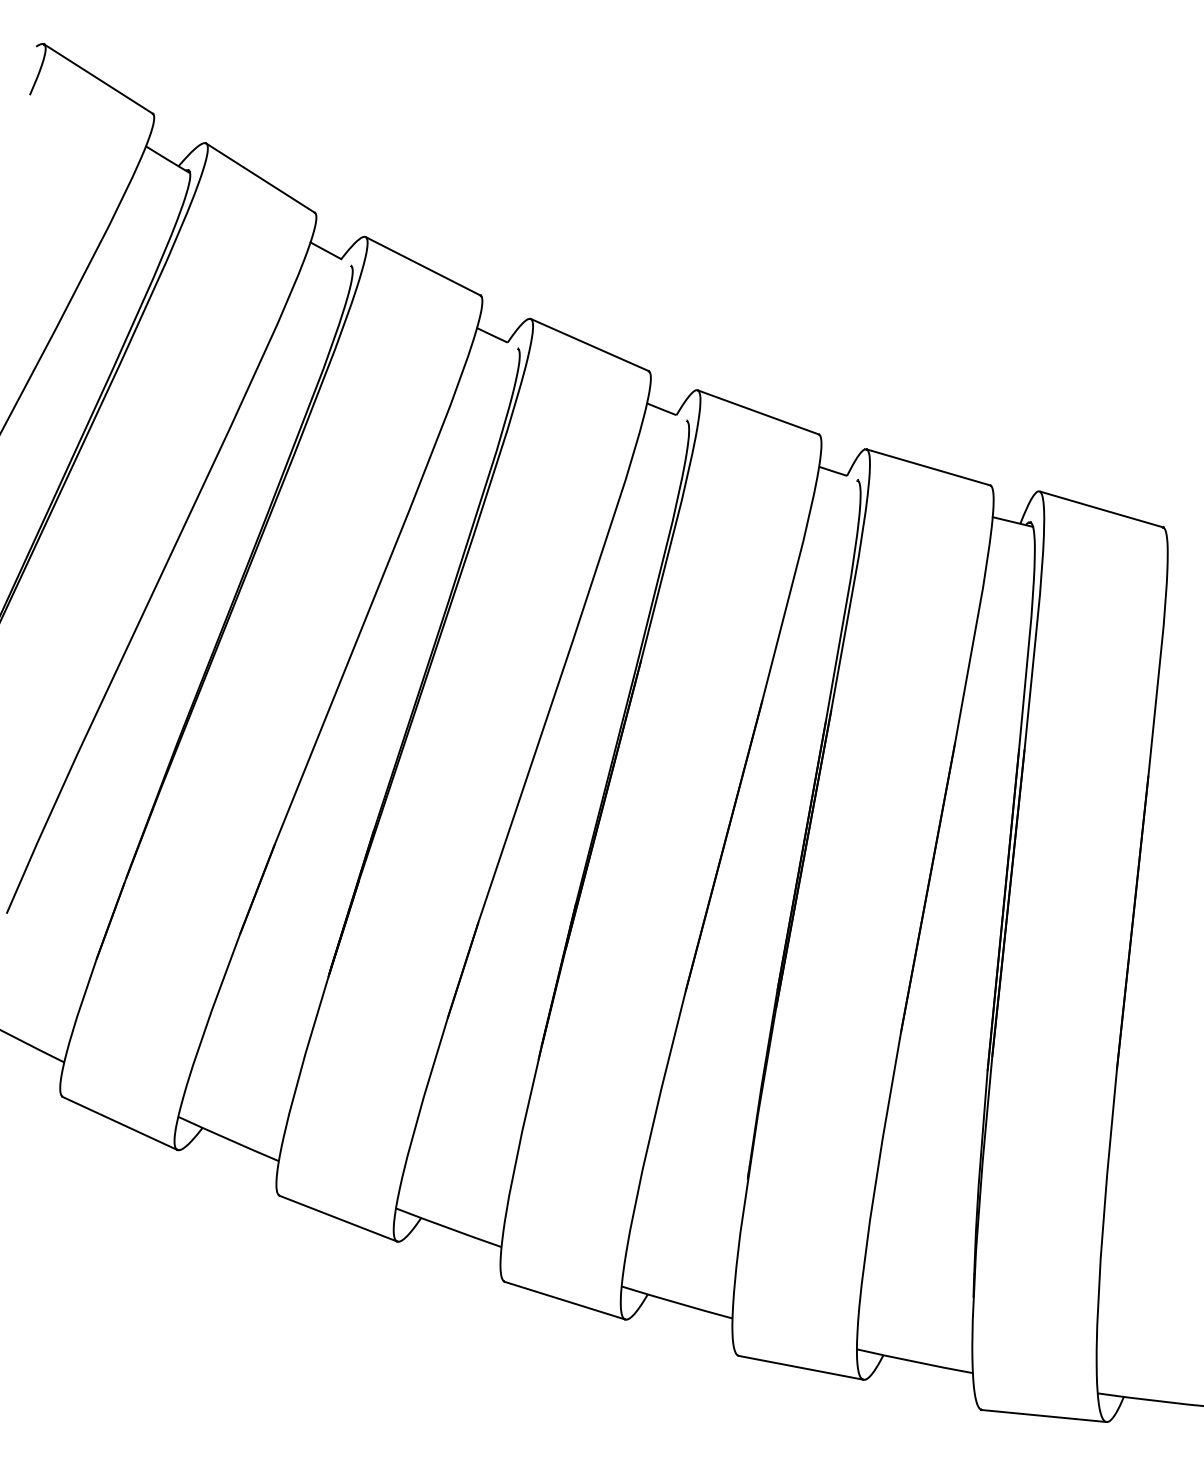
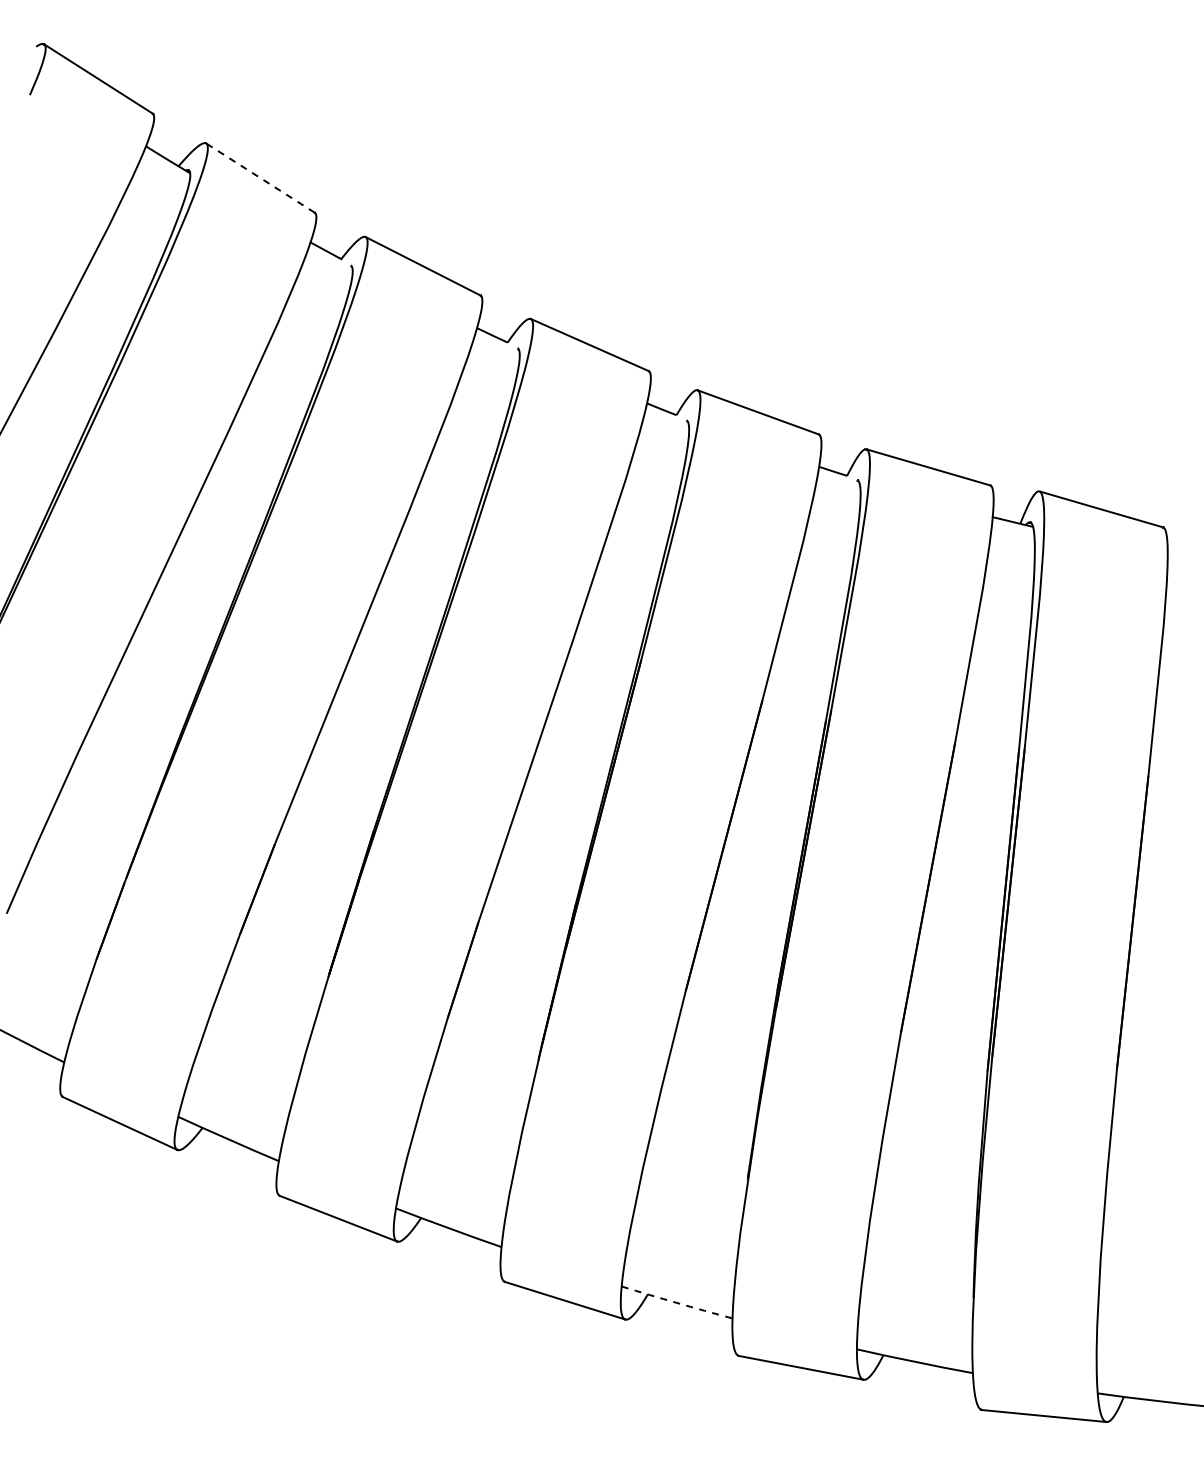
line at (261, 178): solid -> dashed
arc at (676, 1302): solid -> dashed
